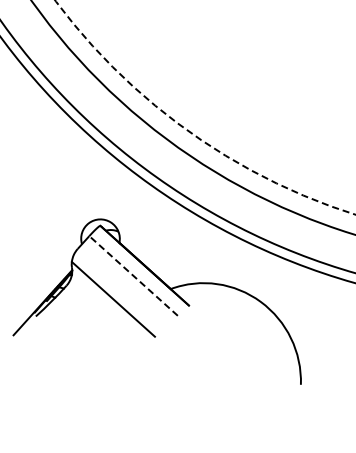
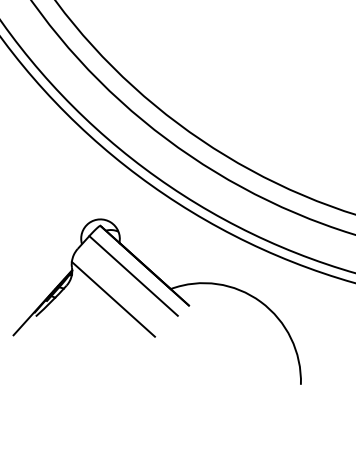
circle at (204, 107): dashed -> solid
line at (133, 275): dashed -> solid
